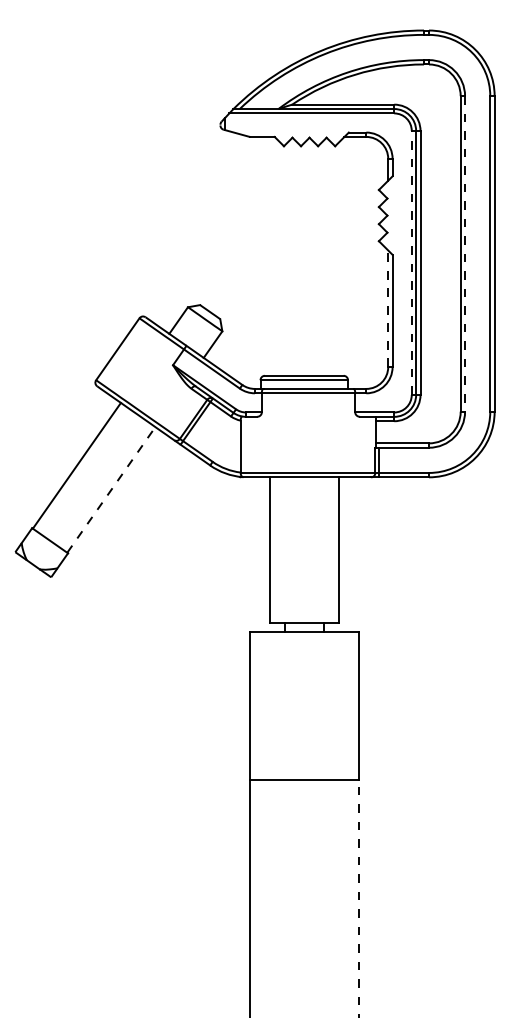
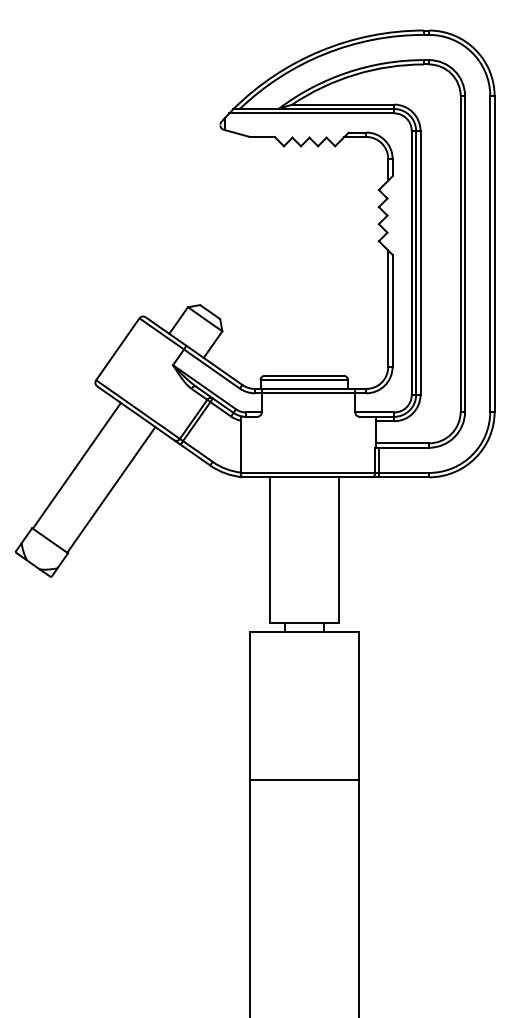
line at (465, 253): dashed -> solid
line at (411, 262): dashed -> solid
line at (388, 308): dashed -> solid
line at (111, 489): dashed -> solid
line at (358, 899): dashed -> solid
